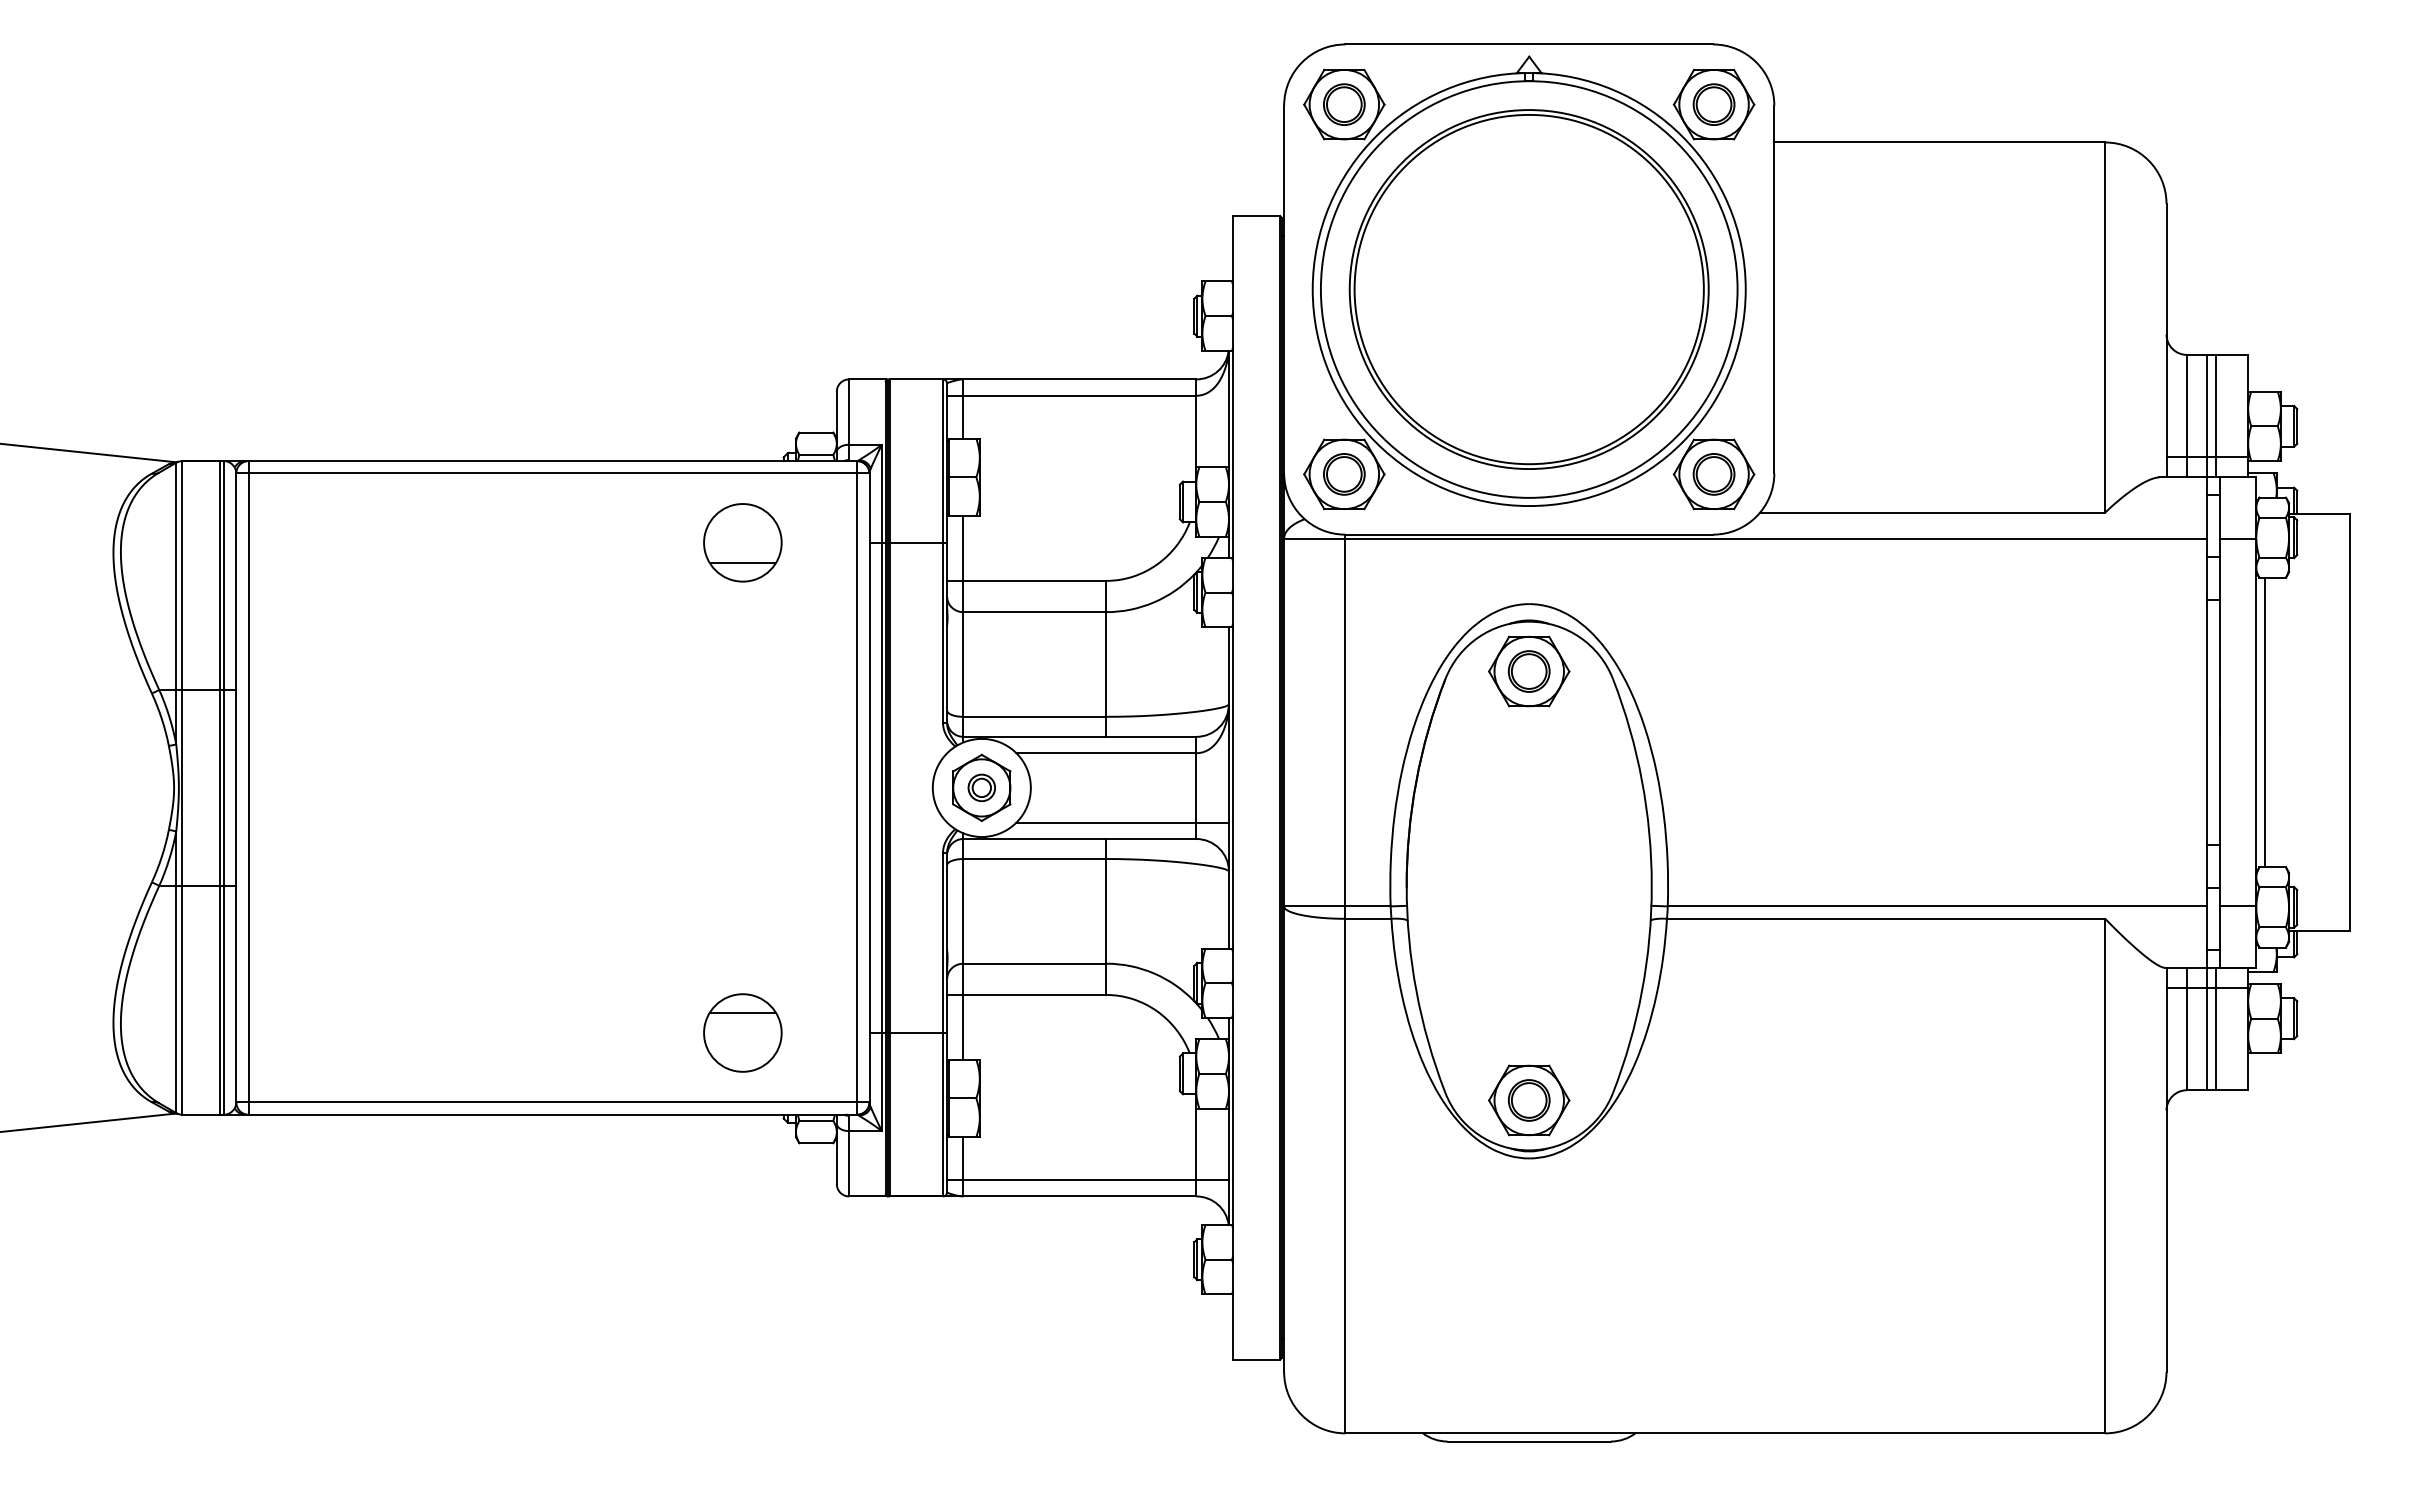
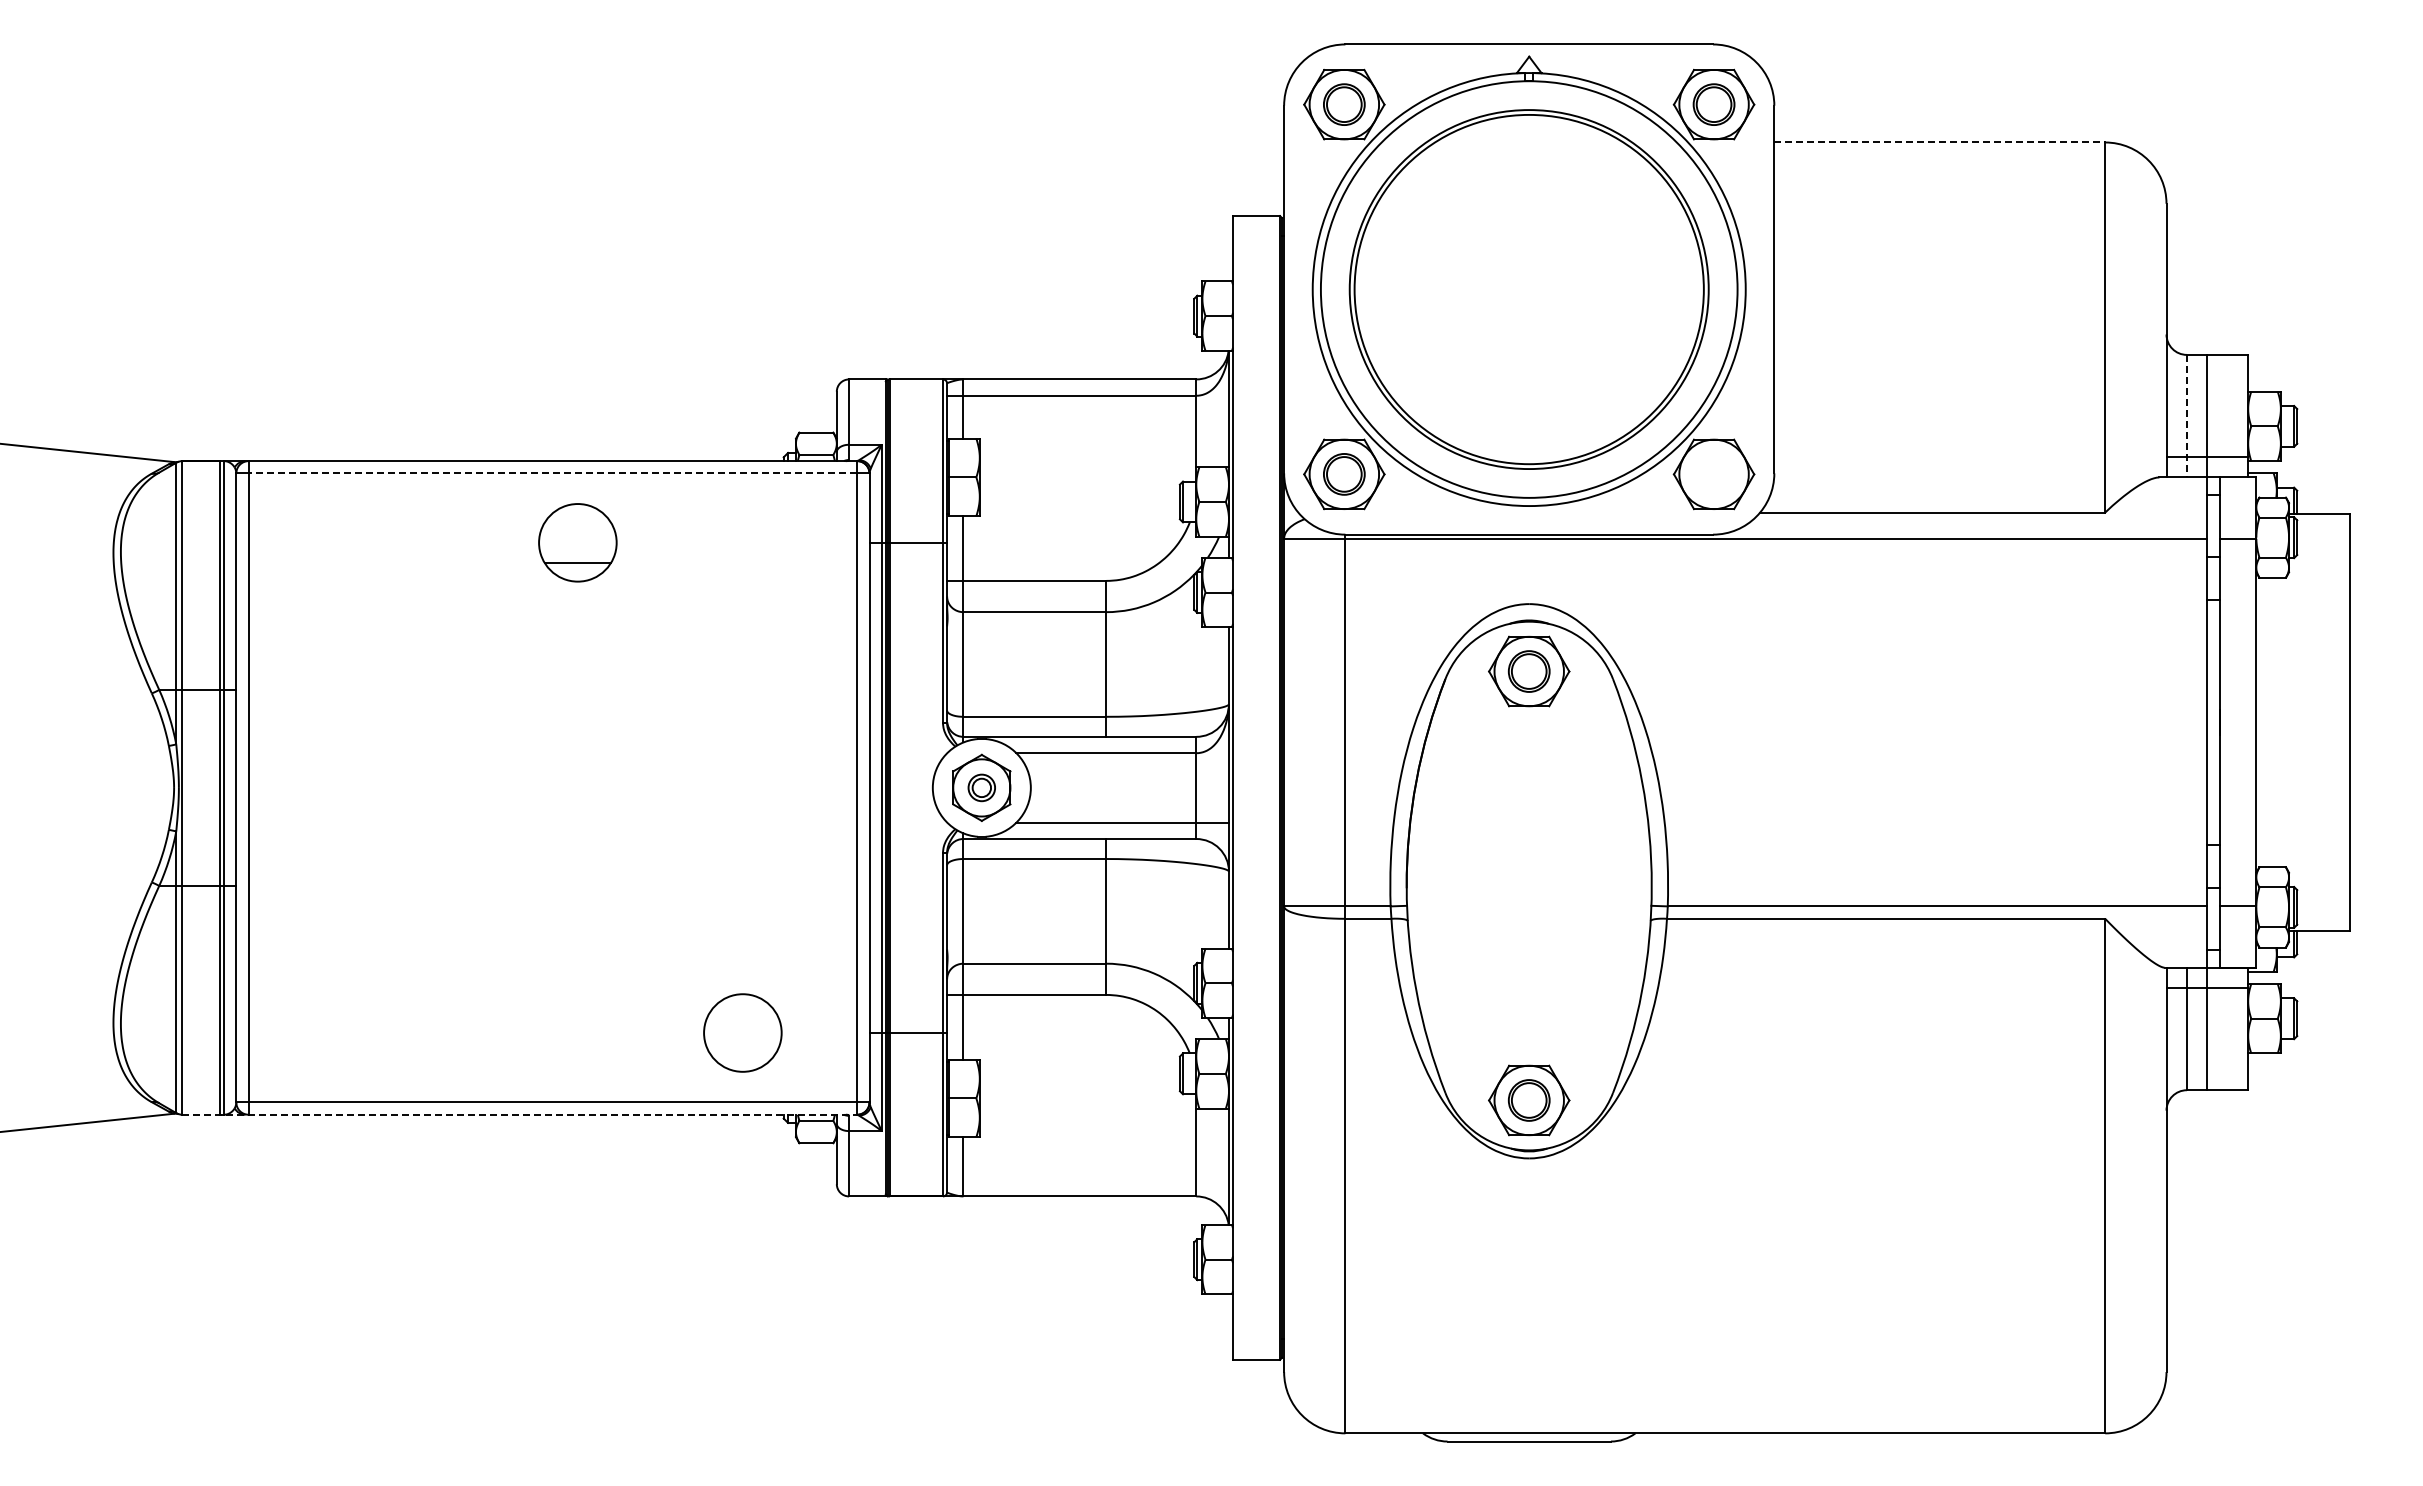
line at (1940, 142): solid -> dashed
line at (2215, 415): present -> none
line at (2186, 416): solid -> dashed
line at (552, 473): solid -> dashed
part at (1713, 474): present -> none
part at (742, 542) position: (742, 542) -> (577, 542)
line at (2264, 722): present -> none
line at (742, 1012): present -> none
line at (2215, 1028): present -> none
line at (520, 1114): solid -> dashed
line at (1087, 1180): present -> none
